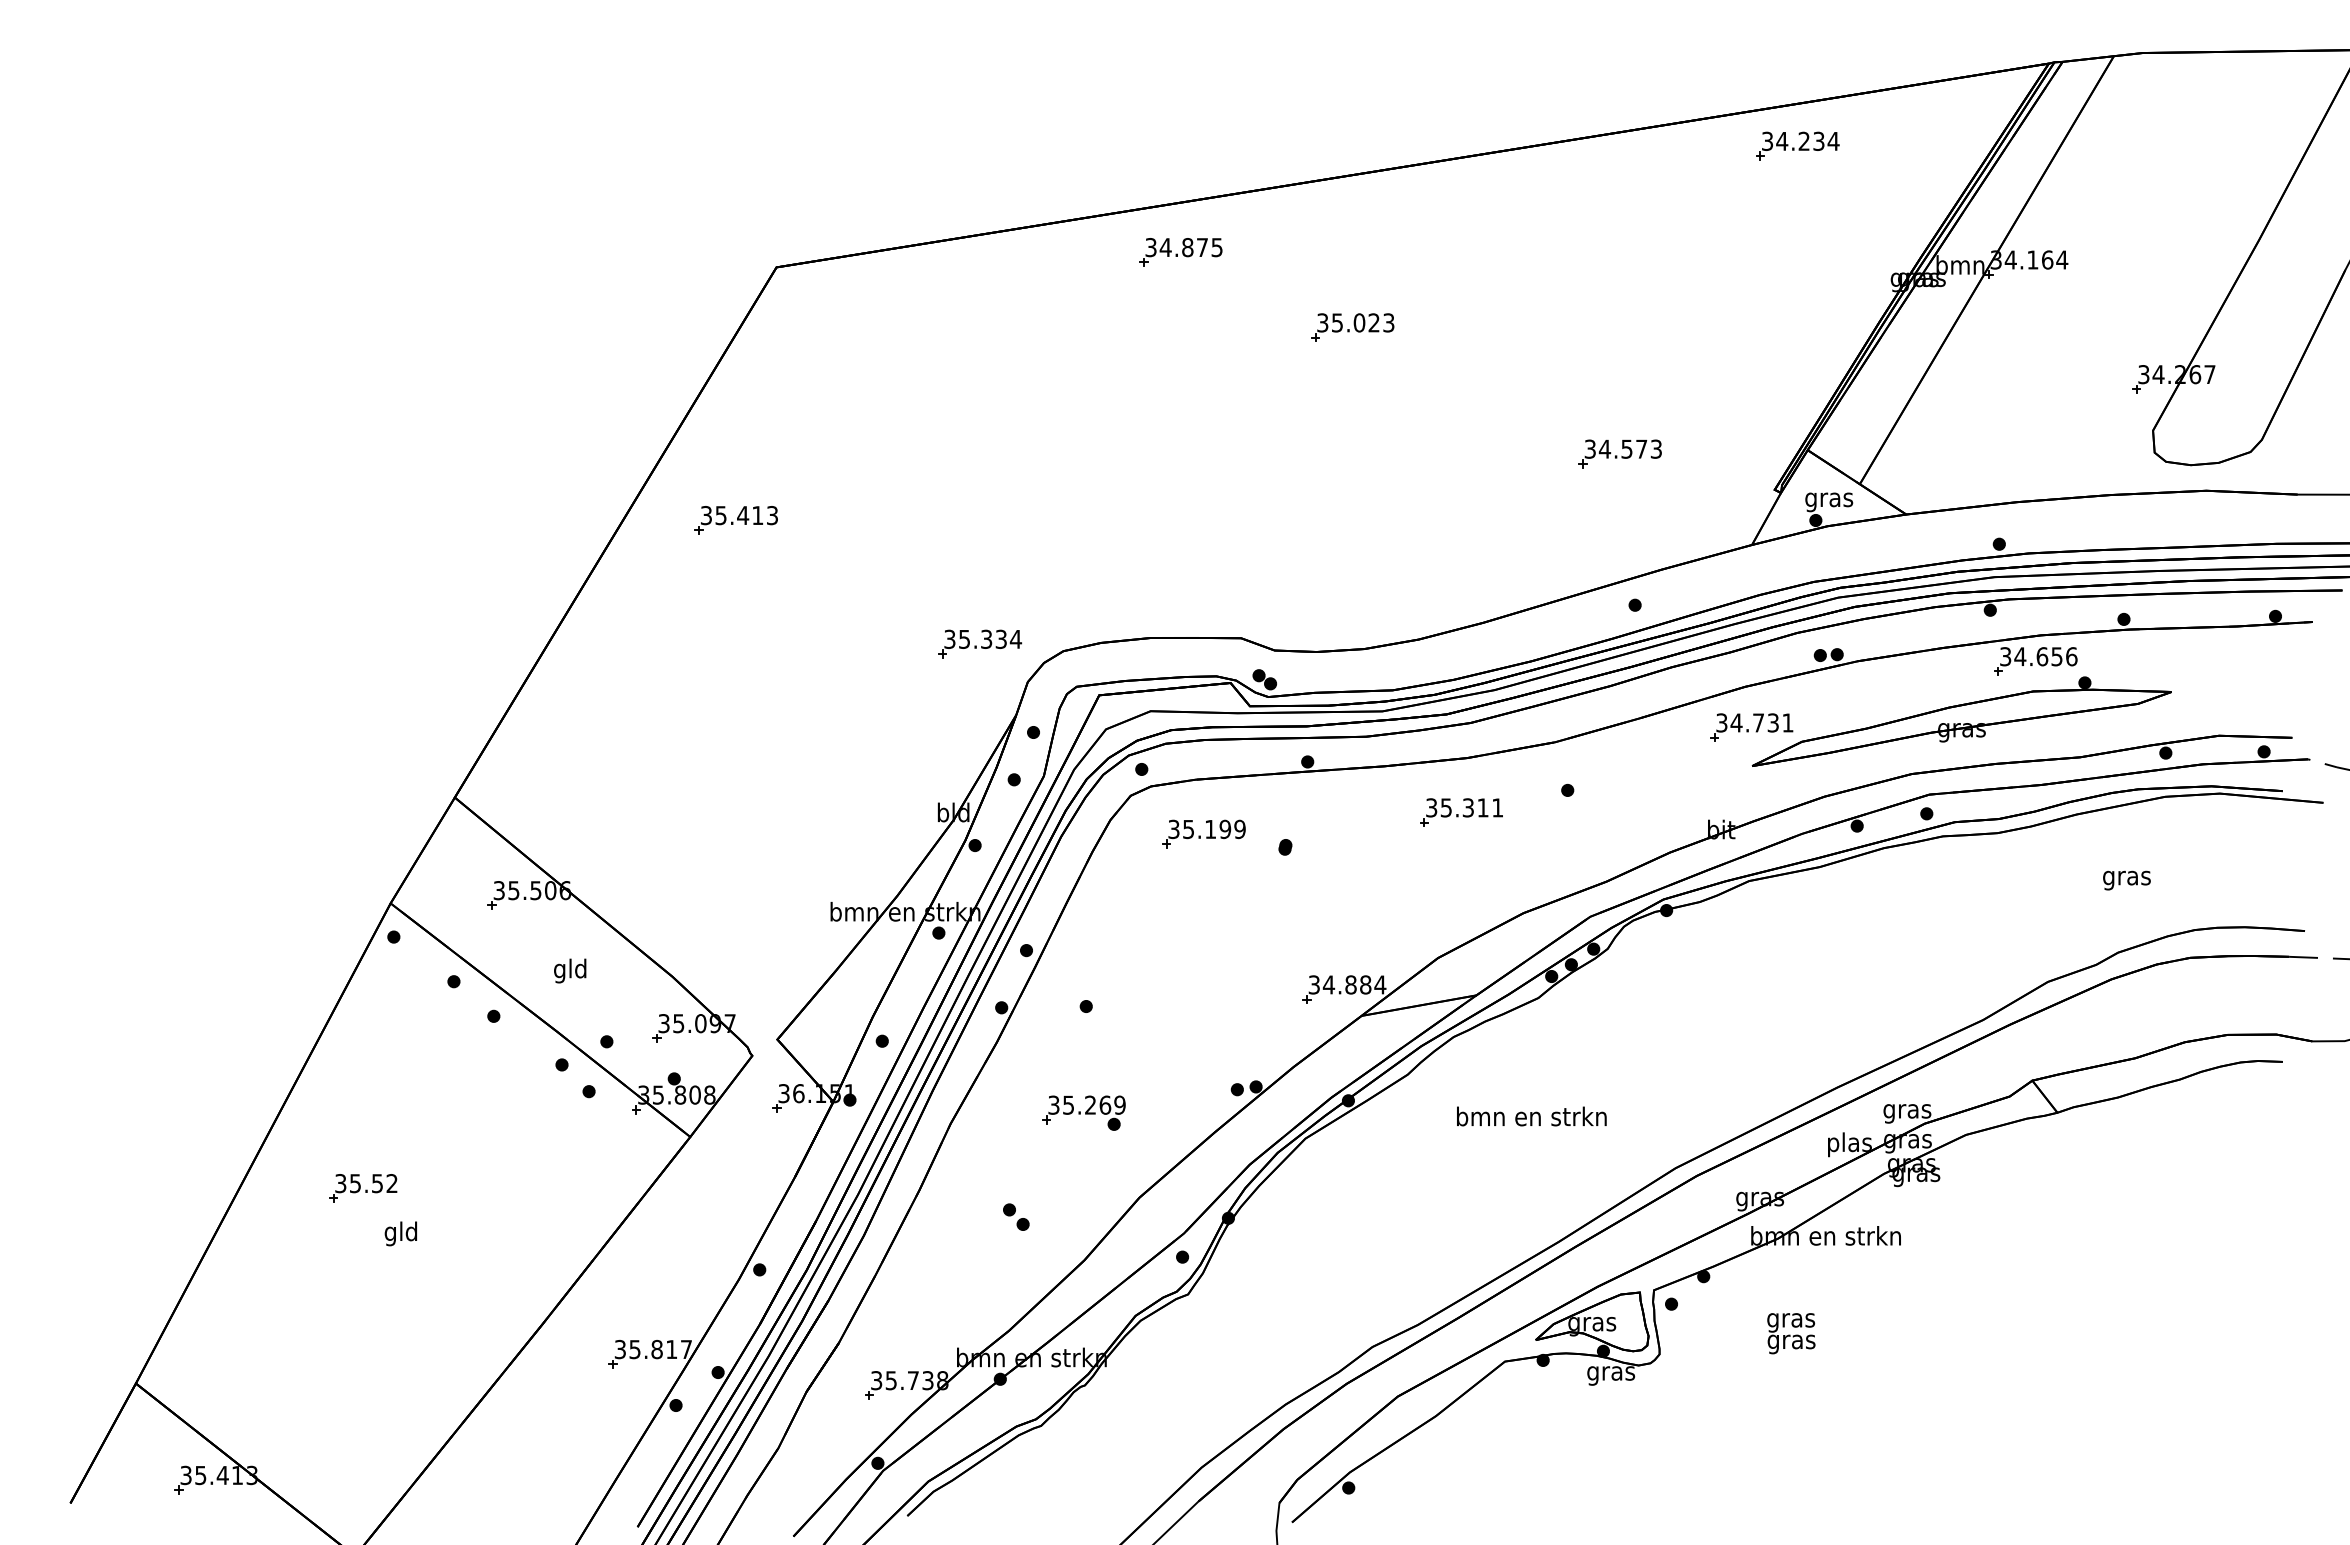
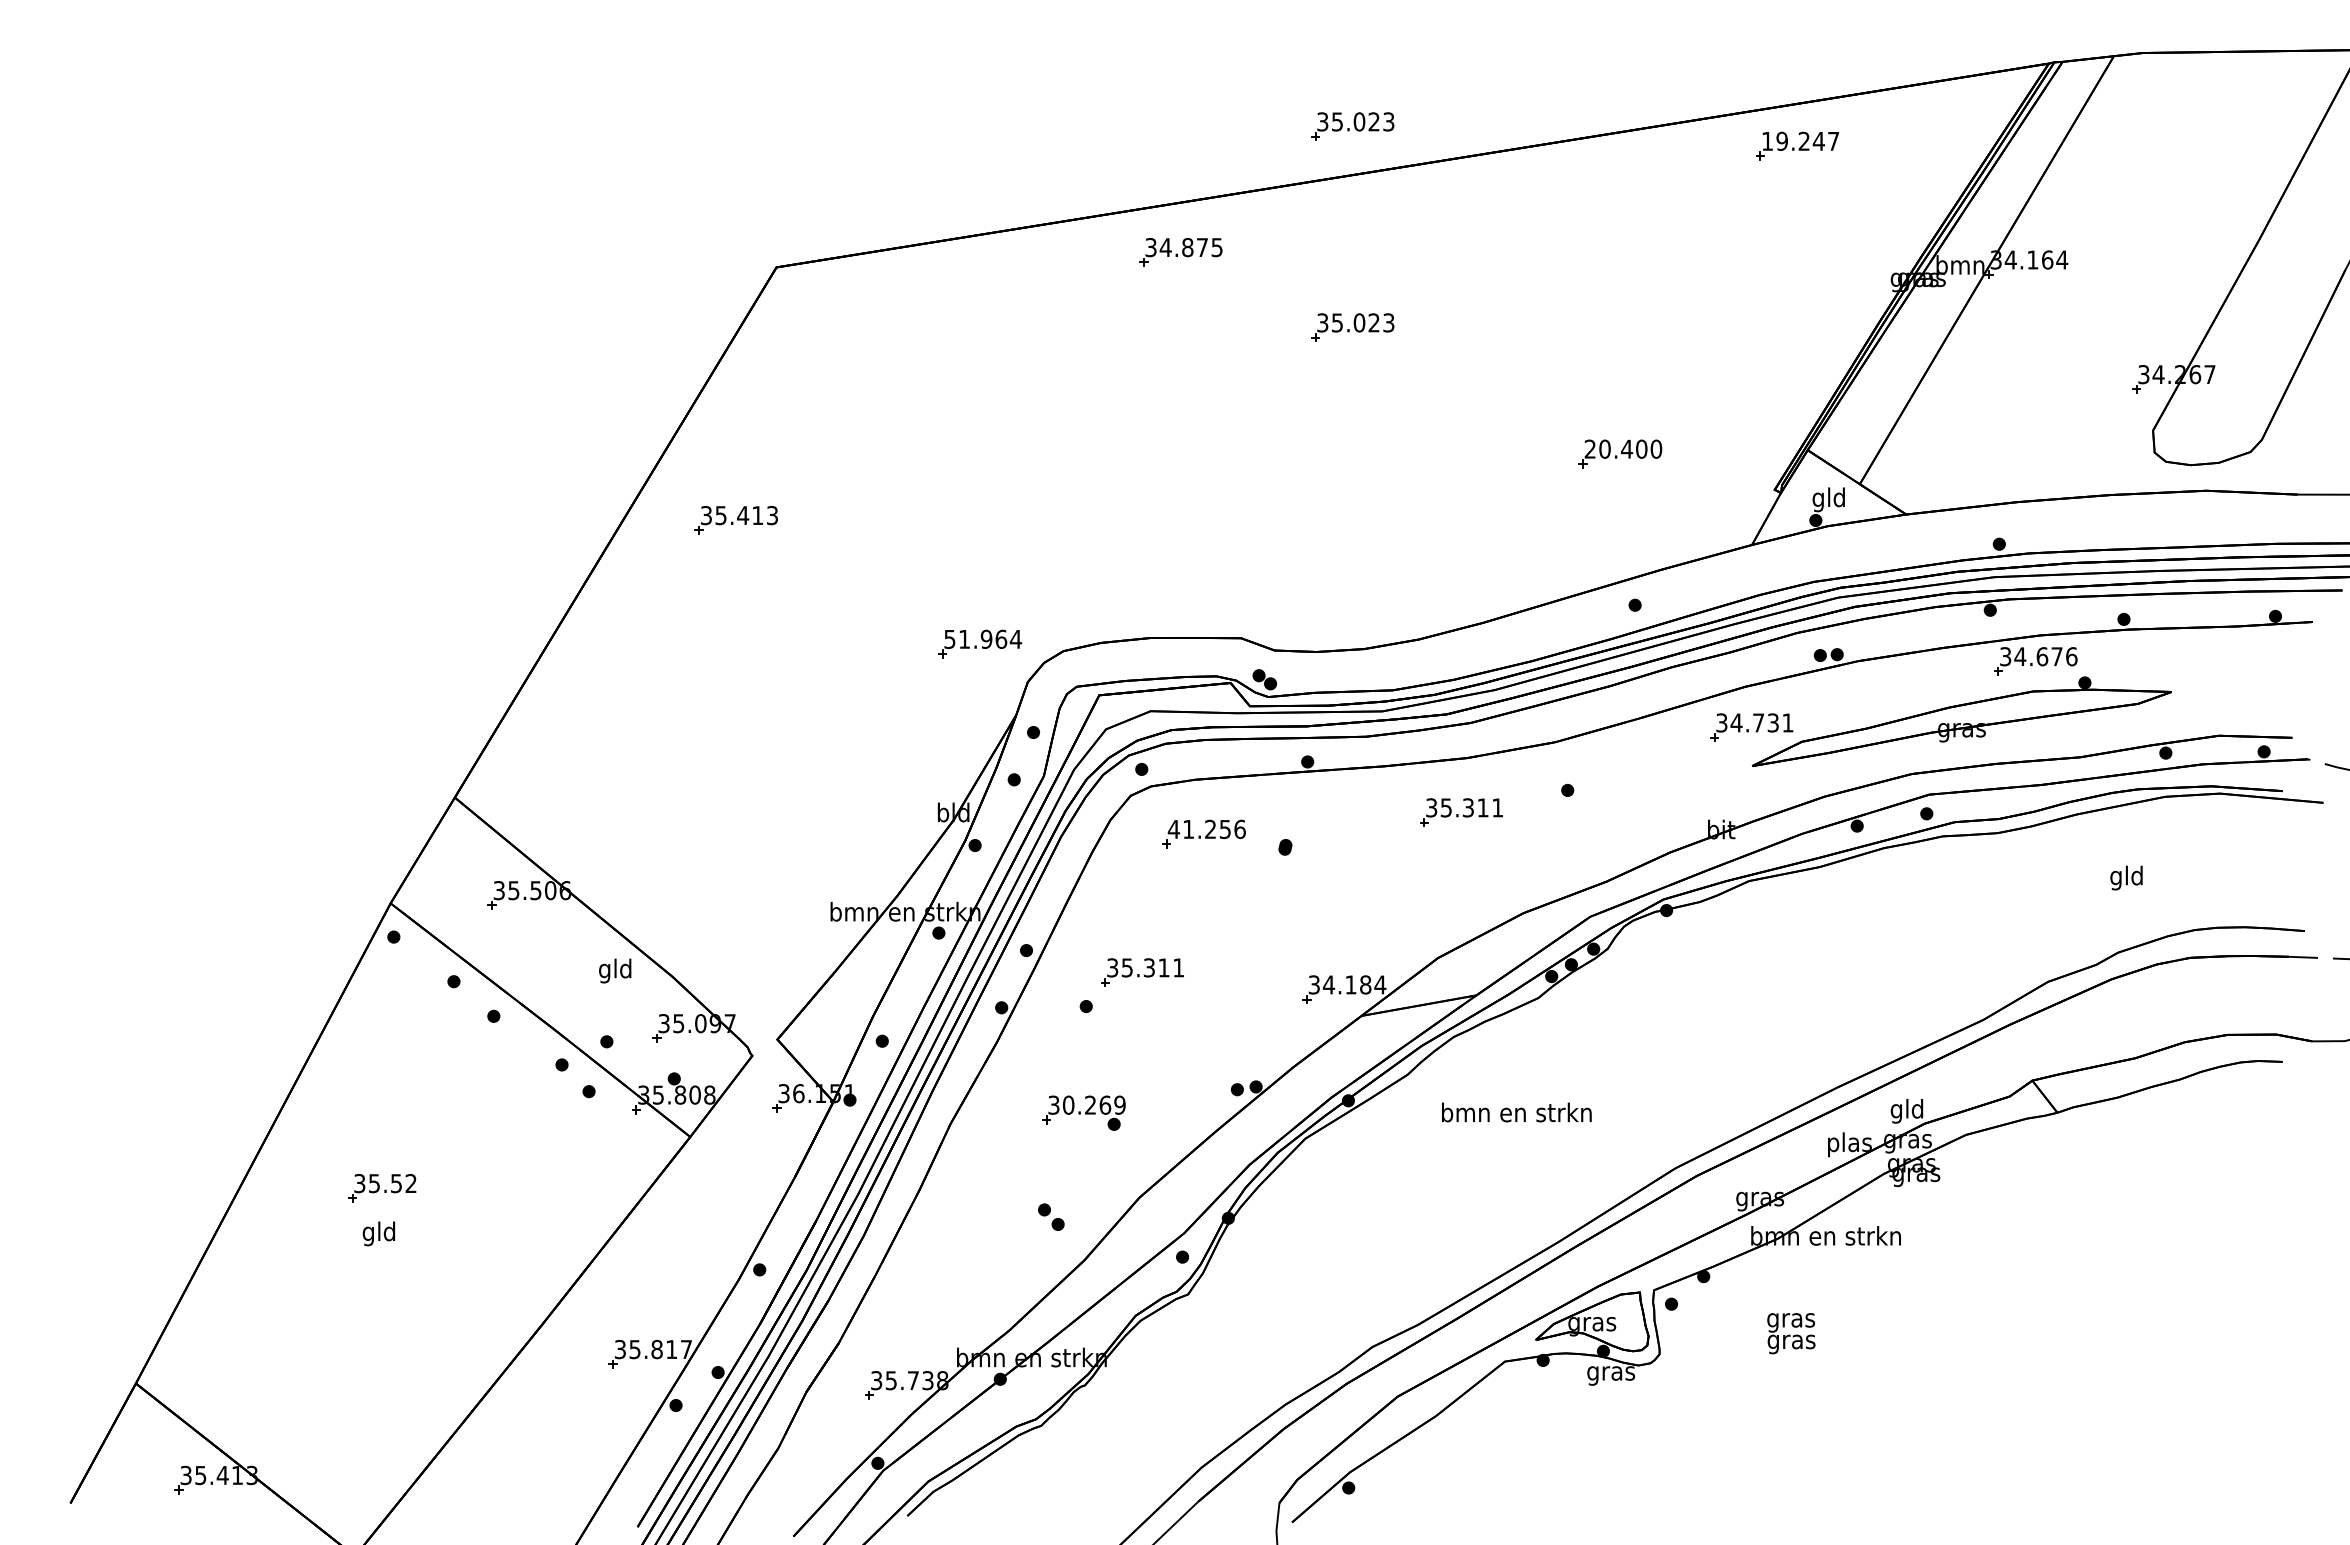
part at (1352, 126): none -> present
text at (1800, 141): 34.234 -> 19.247
text at (1623, 448): 34.573 -> 20.400
text at (1829, 499): gras -> gld
text at (976, 638): 35.334 -> 51.964
text at (2056, 656): 34.656 -> 34.676
text at (1206, 829): 35.199 -> 41.256
text at (2126, 877): gras -> gld
text at (570, 970) position: (570, 970) -> (615, 970)
part at (1142, 972): none -> present
text at (1350, 984): 34.884 -> 34.184
text at (1068, 1104): 35.269 -> 30.269
text at (1907, 1111): gras -> gld
text at (1531, 1116) position: (1531, 1116) -> (1516, 1112)
part at (363, 1188) position: (363, 1188) -> (382, 1188)
part at (1016, 1216) position: (1016, 1216) -> (1051, 1216)
text at (400, 1233) position: (400, 1233) -> (378, 1233)
